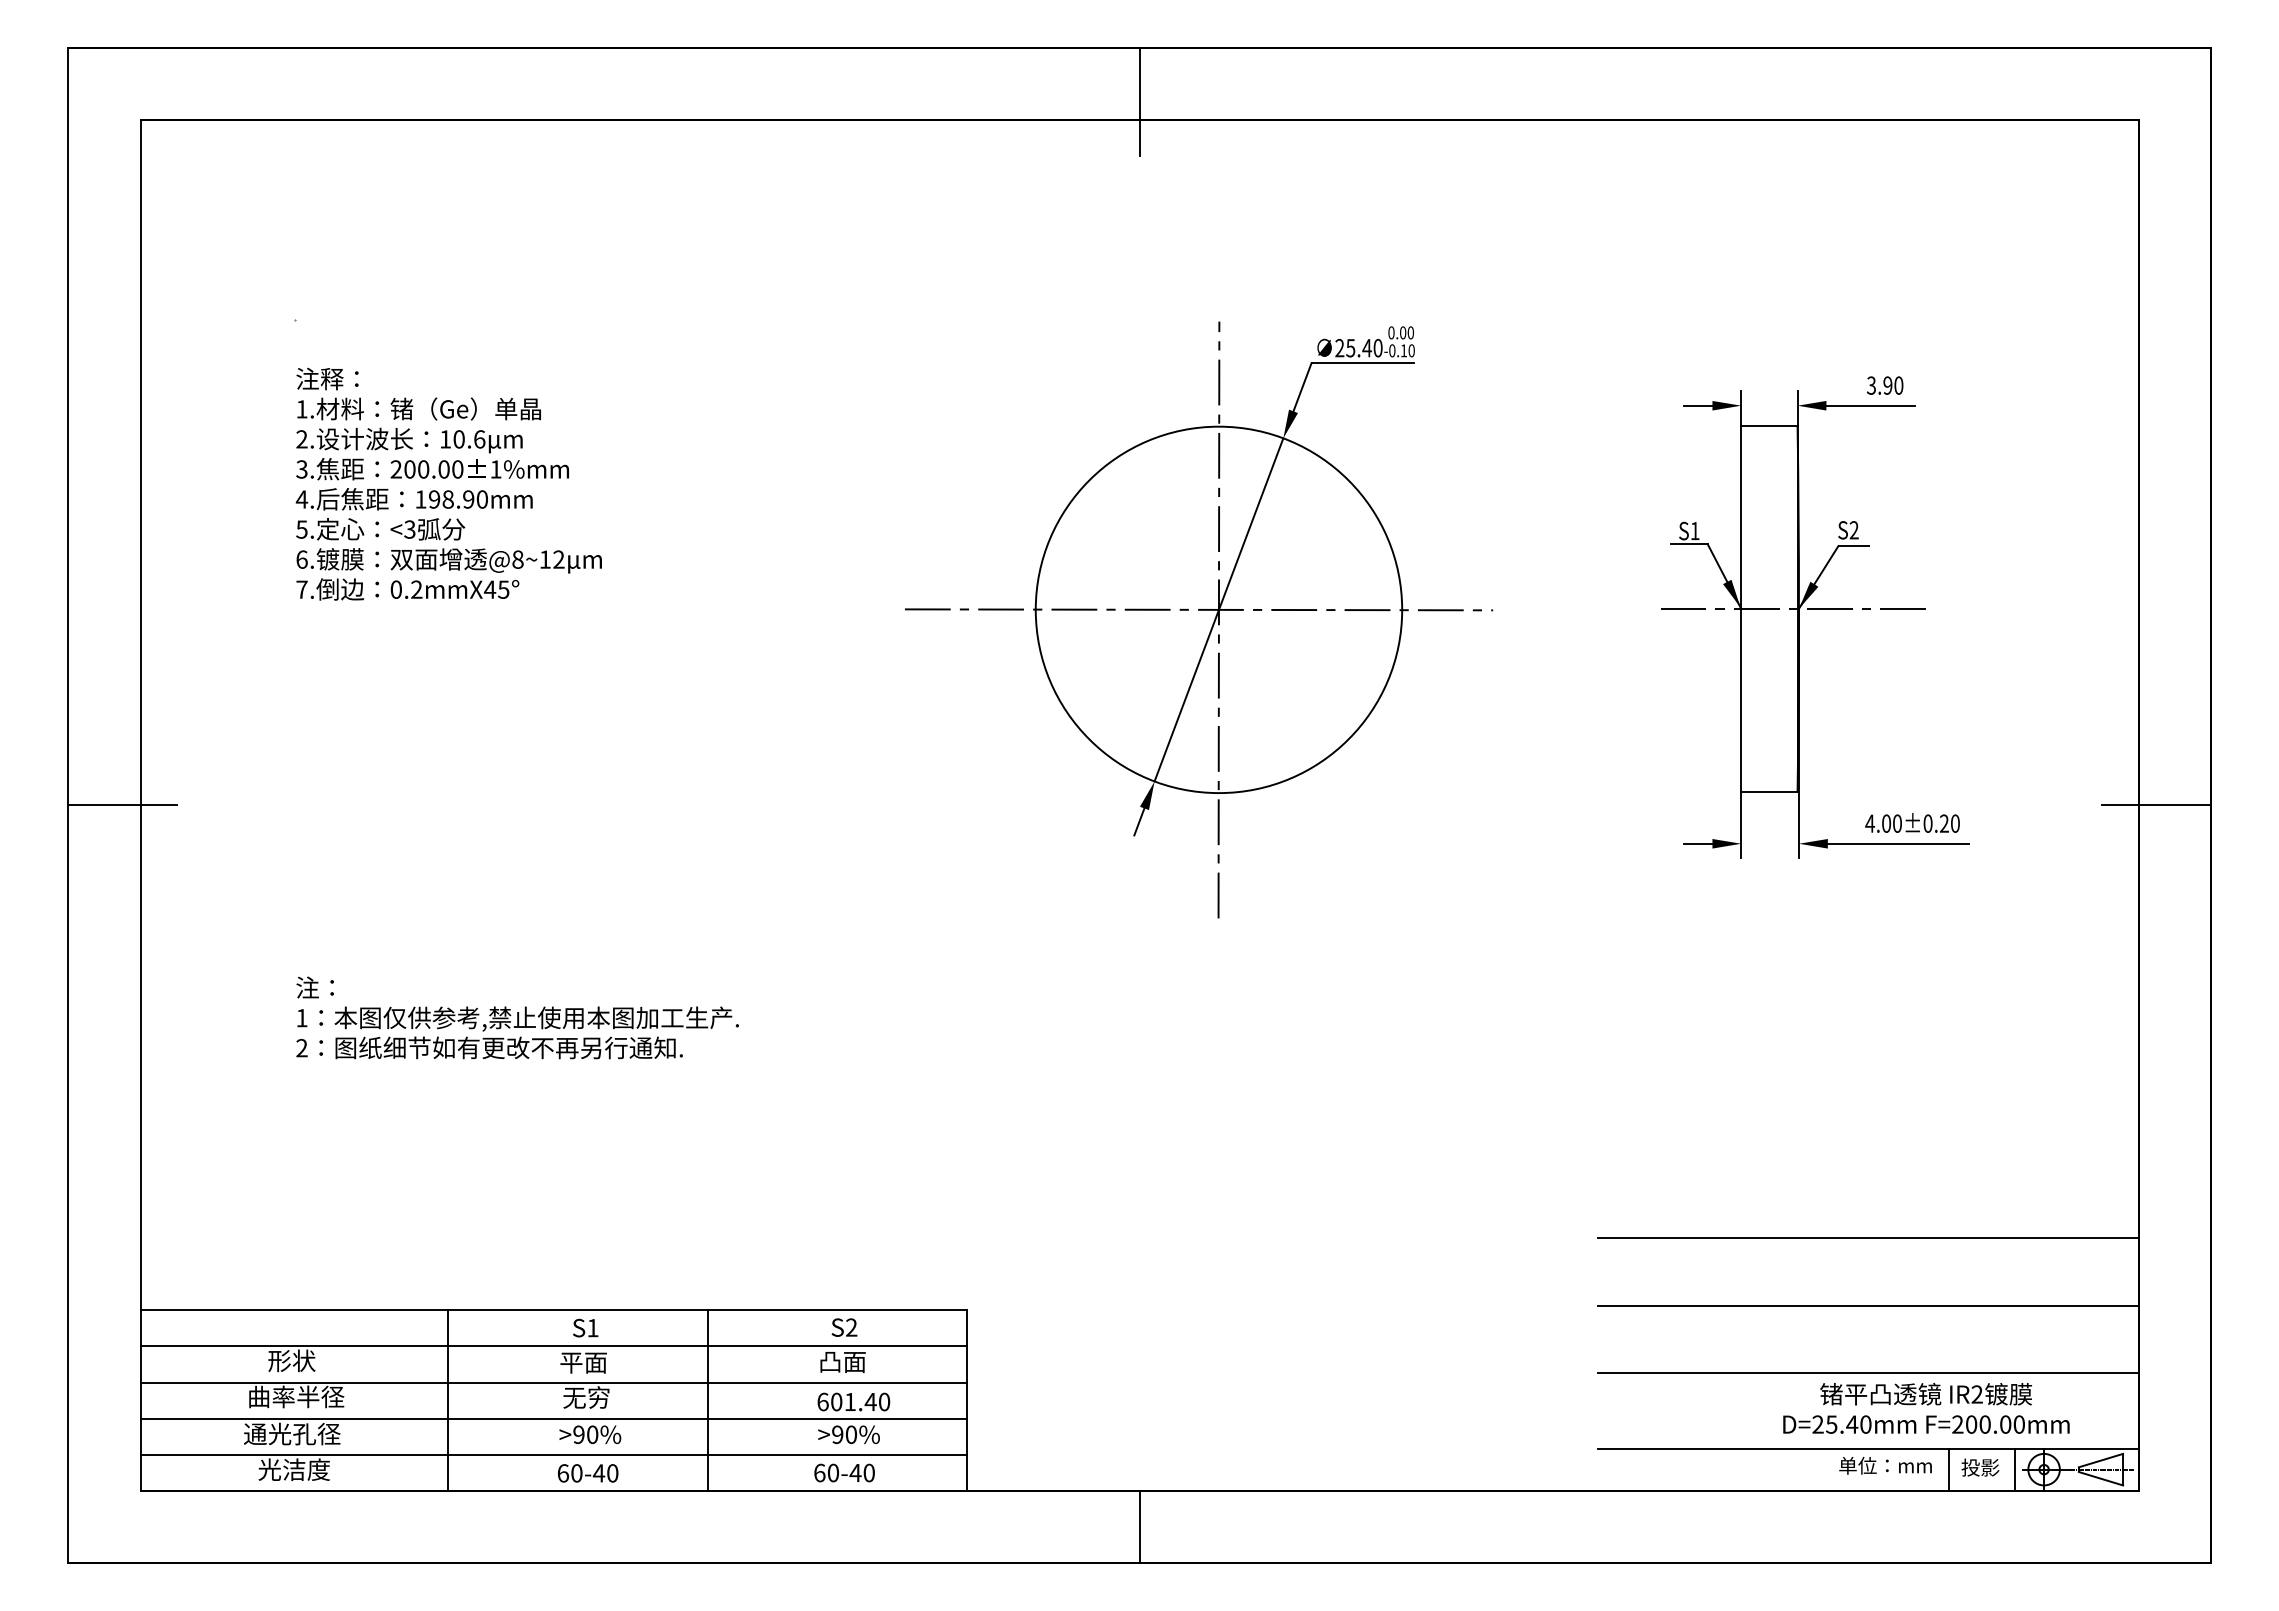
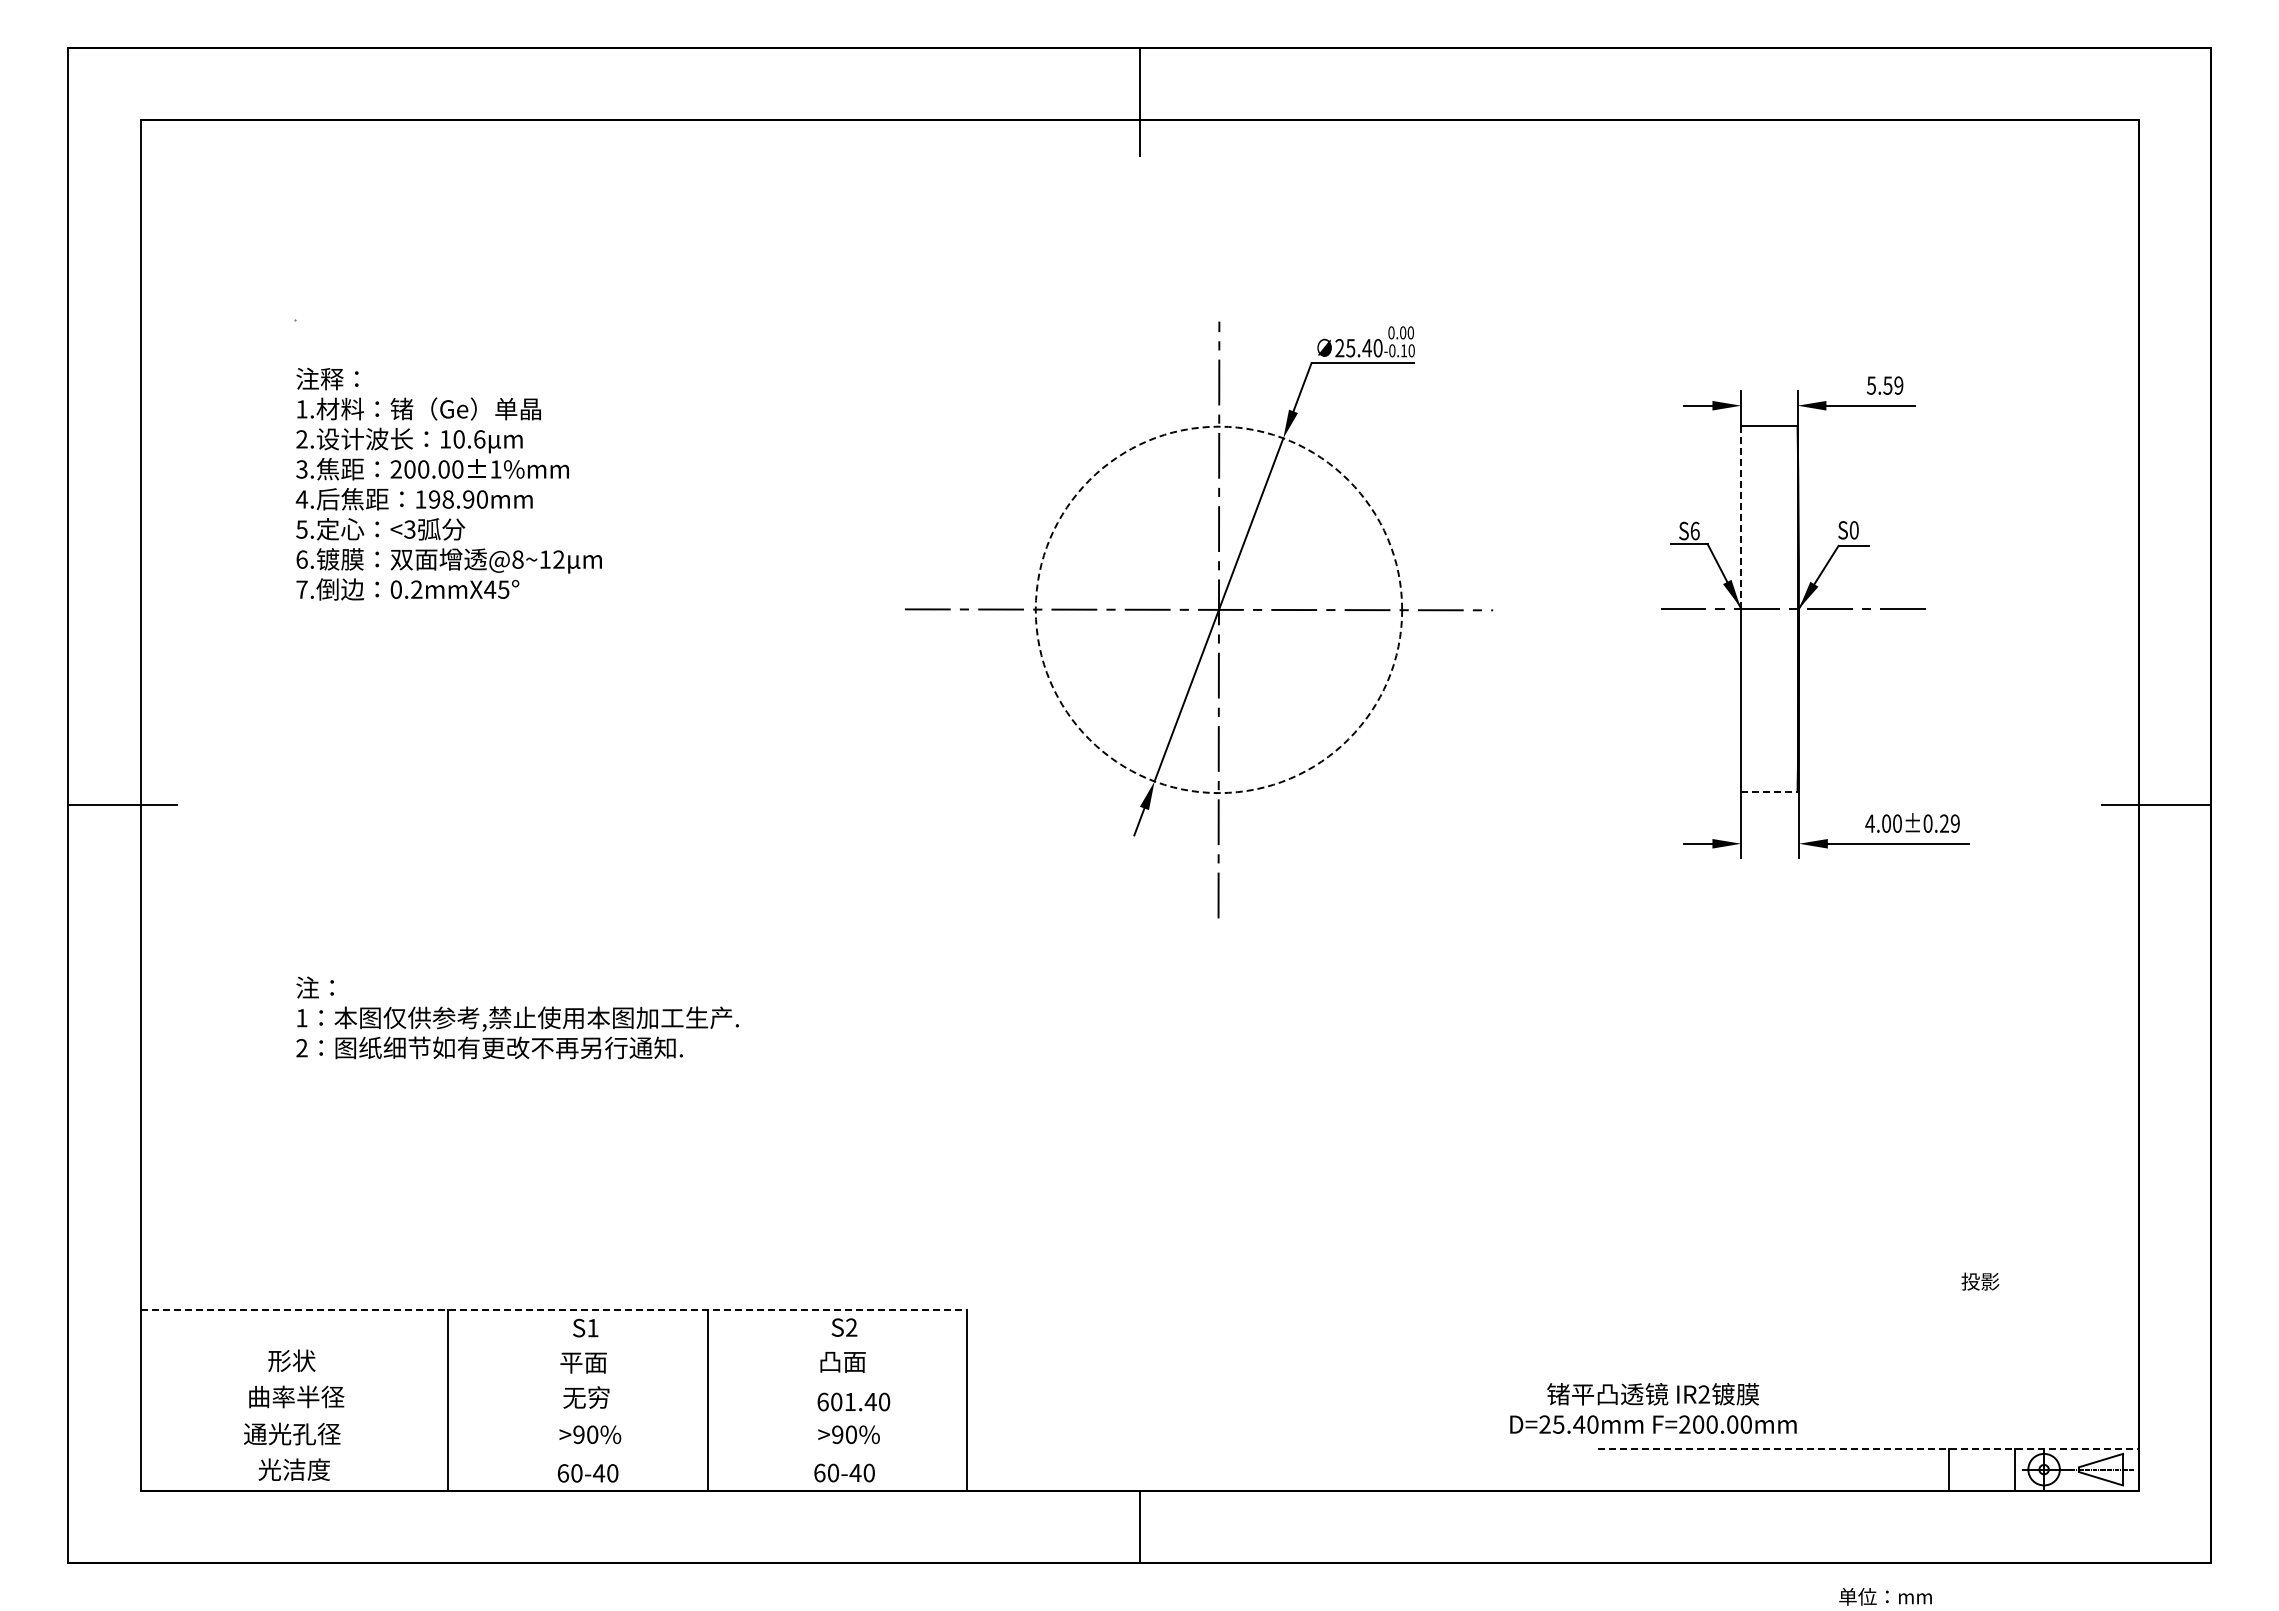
text at (1885, 385): 3.90 -> 5.59
line at (1741, 517): solid -> dashed
text at (1694, 530): S1 -> S6
text at (1853, 530): S2 -> S0
circle at (1218, 609): solid -> dashed
line at (1769, 791): solid -> dashed
text at (1954, 823): 4.00±0.20 -> 4.00±0.29
line at (1867, 1238): present -> none
line at (1867, 1305): present -> none
line at (554, 1310): solid -> dashed
line at (553, 1346): present -> none
line at (1867, 1372): present -> none
line at (553, 1382): present -> none
text at (1926, 1408) position: (1926, 1408) -> (1653, 1408)
line at (553, 1418): present -> none
line at (1868, 1448): solid -> dashed
line at (553, 1454): present -> none
text at (1885, 1465) position: (1885, 1465) -> (1885, 1596)
text at (1980, 1467) position: (1980, 1467) -> (1980, 1281)
